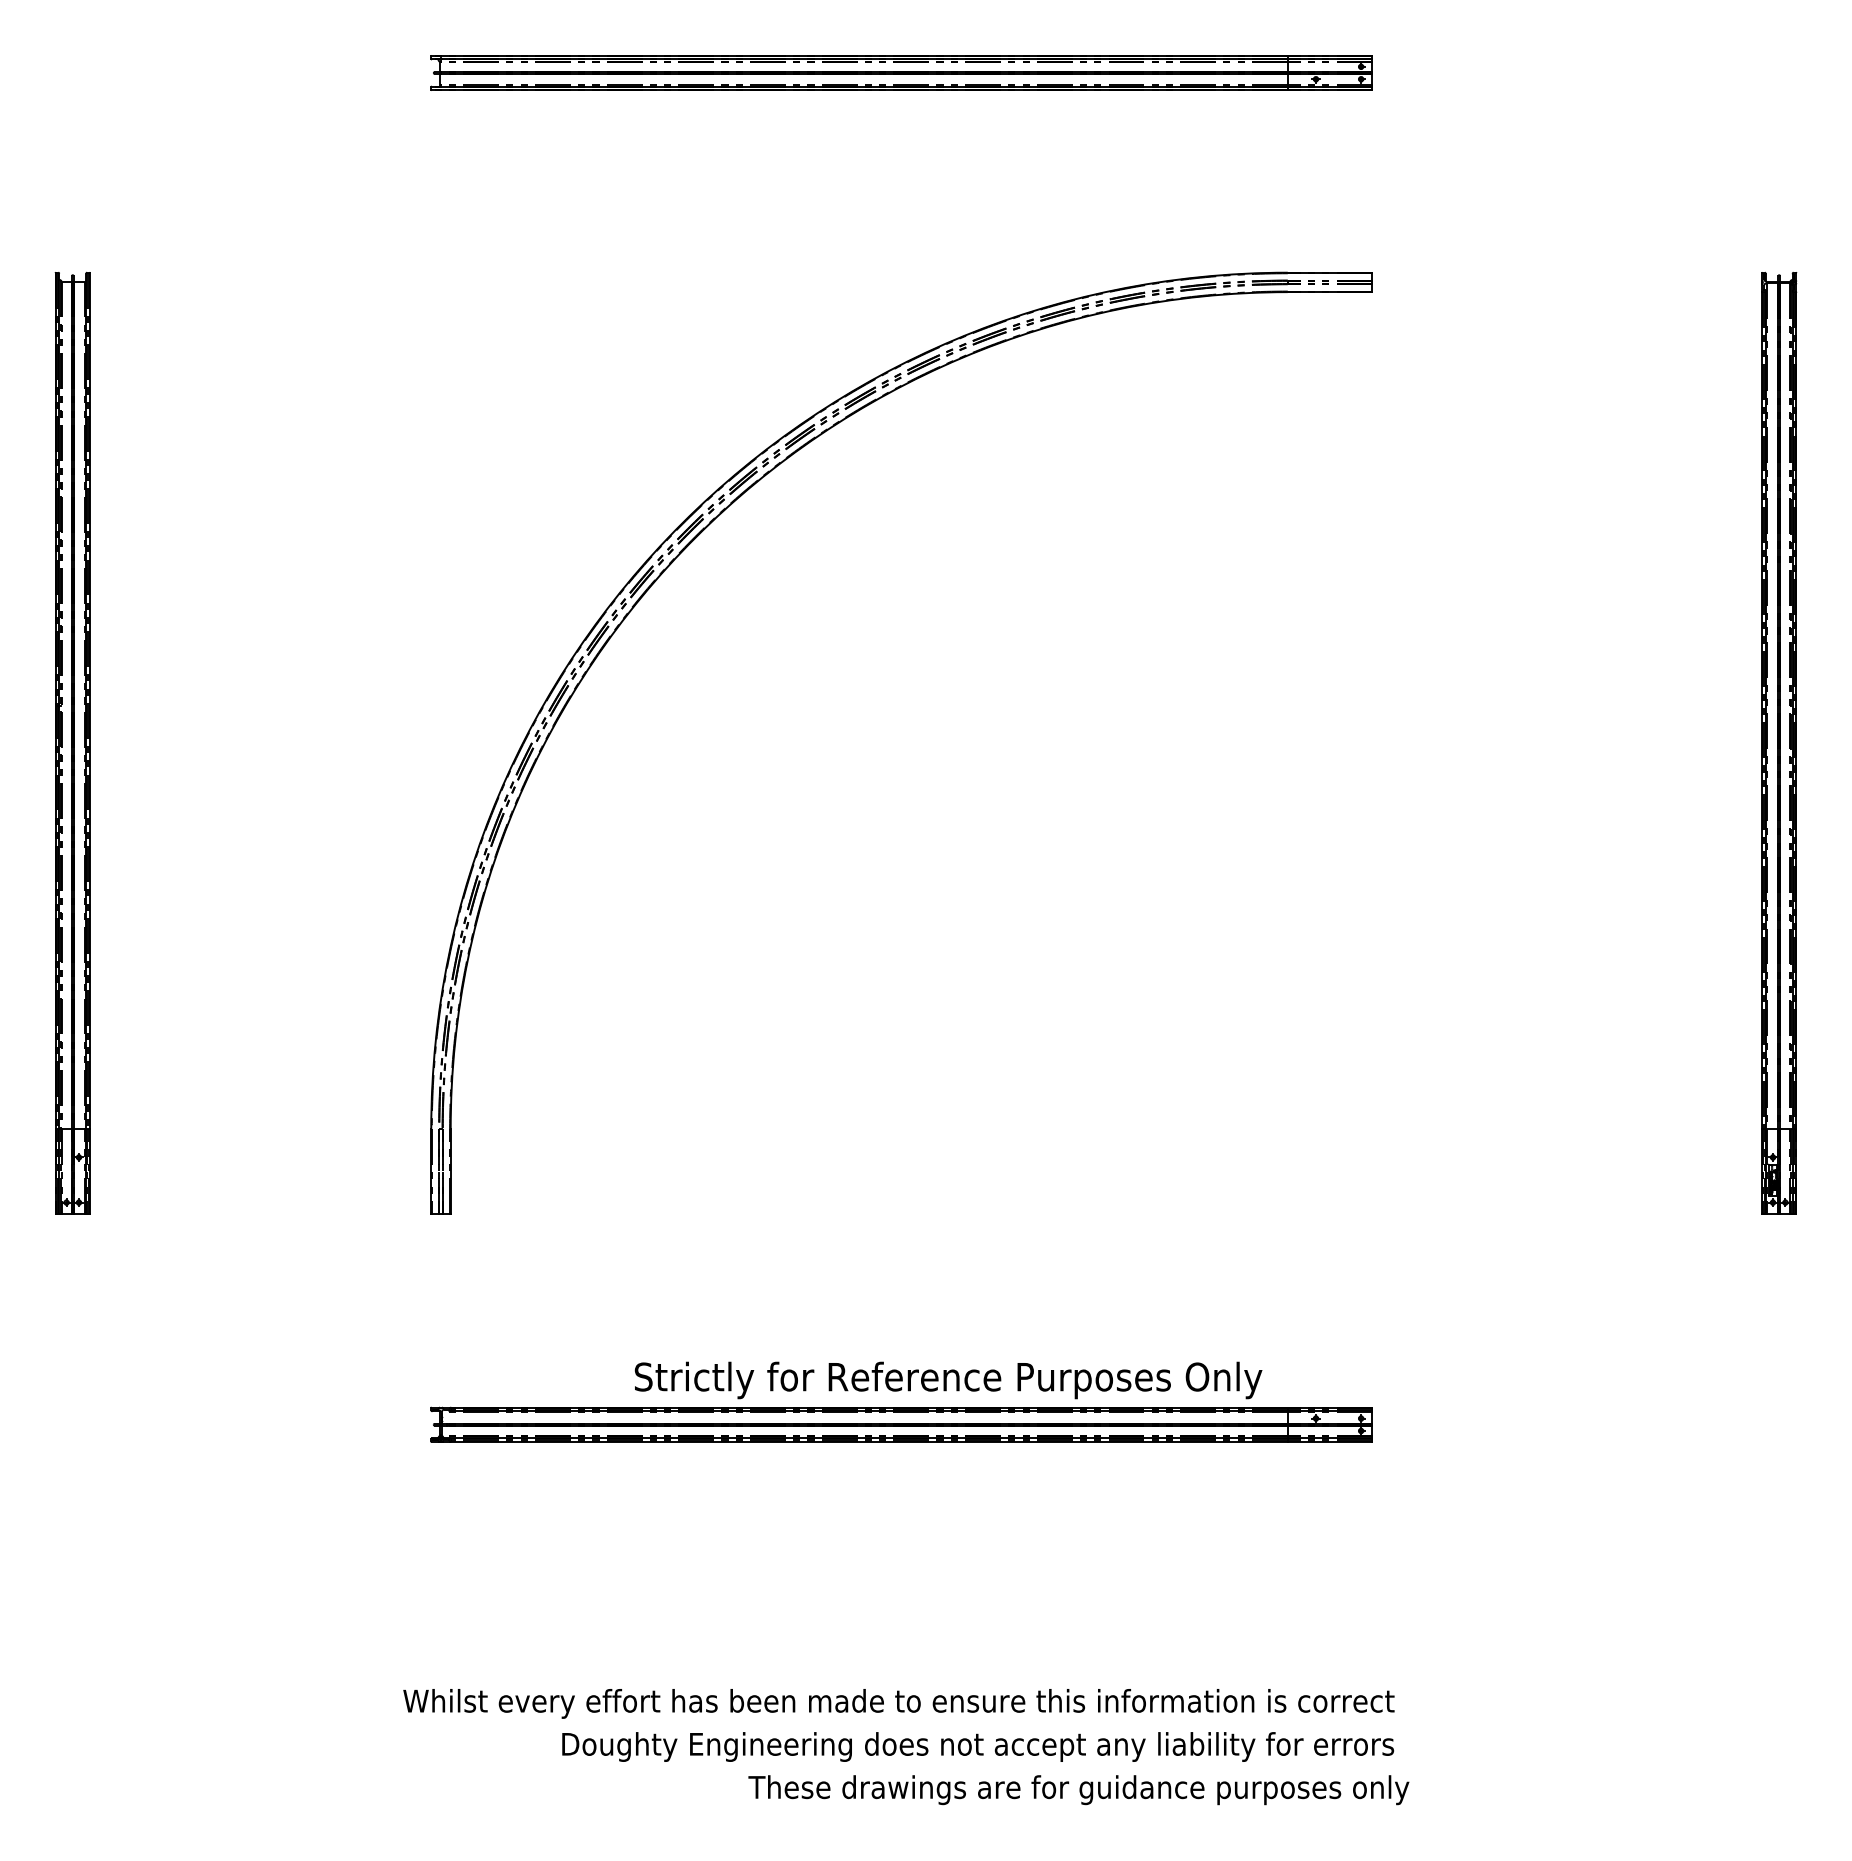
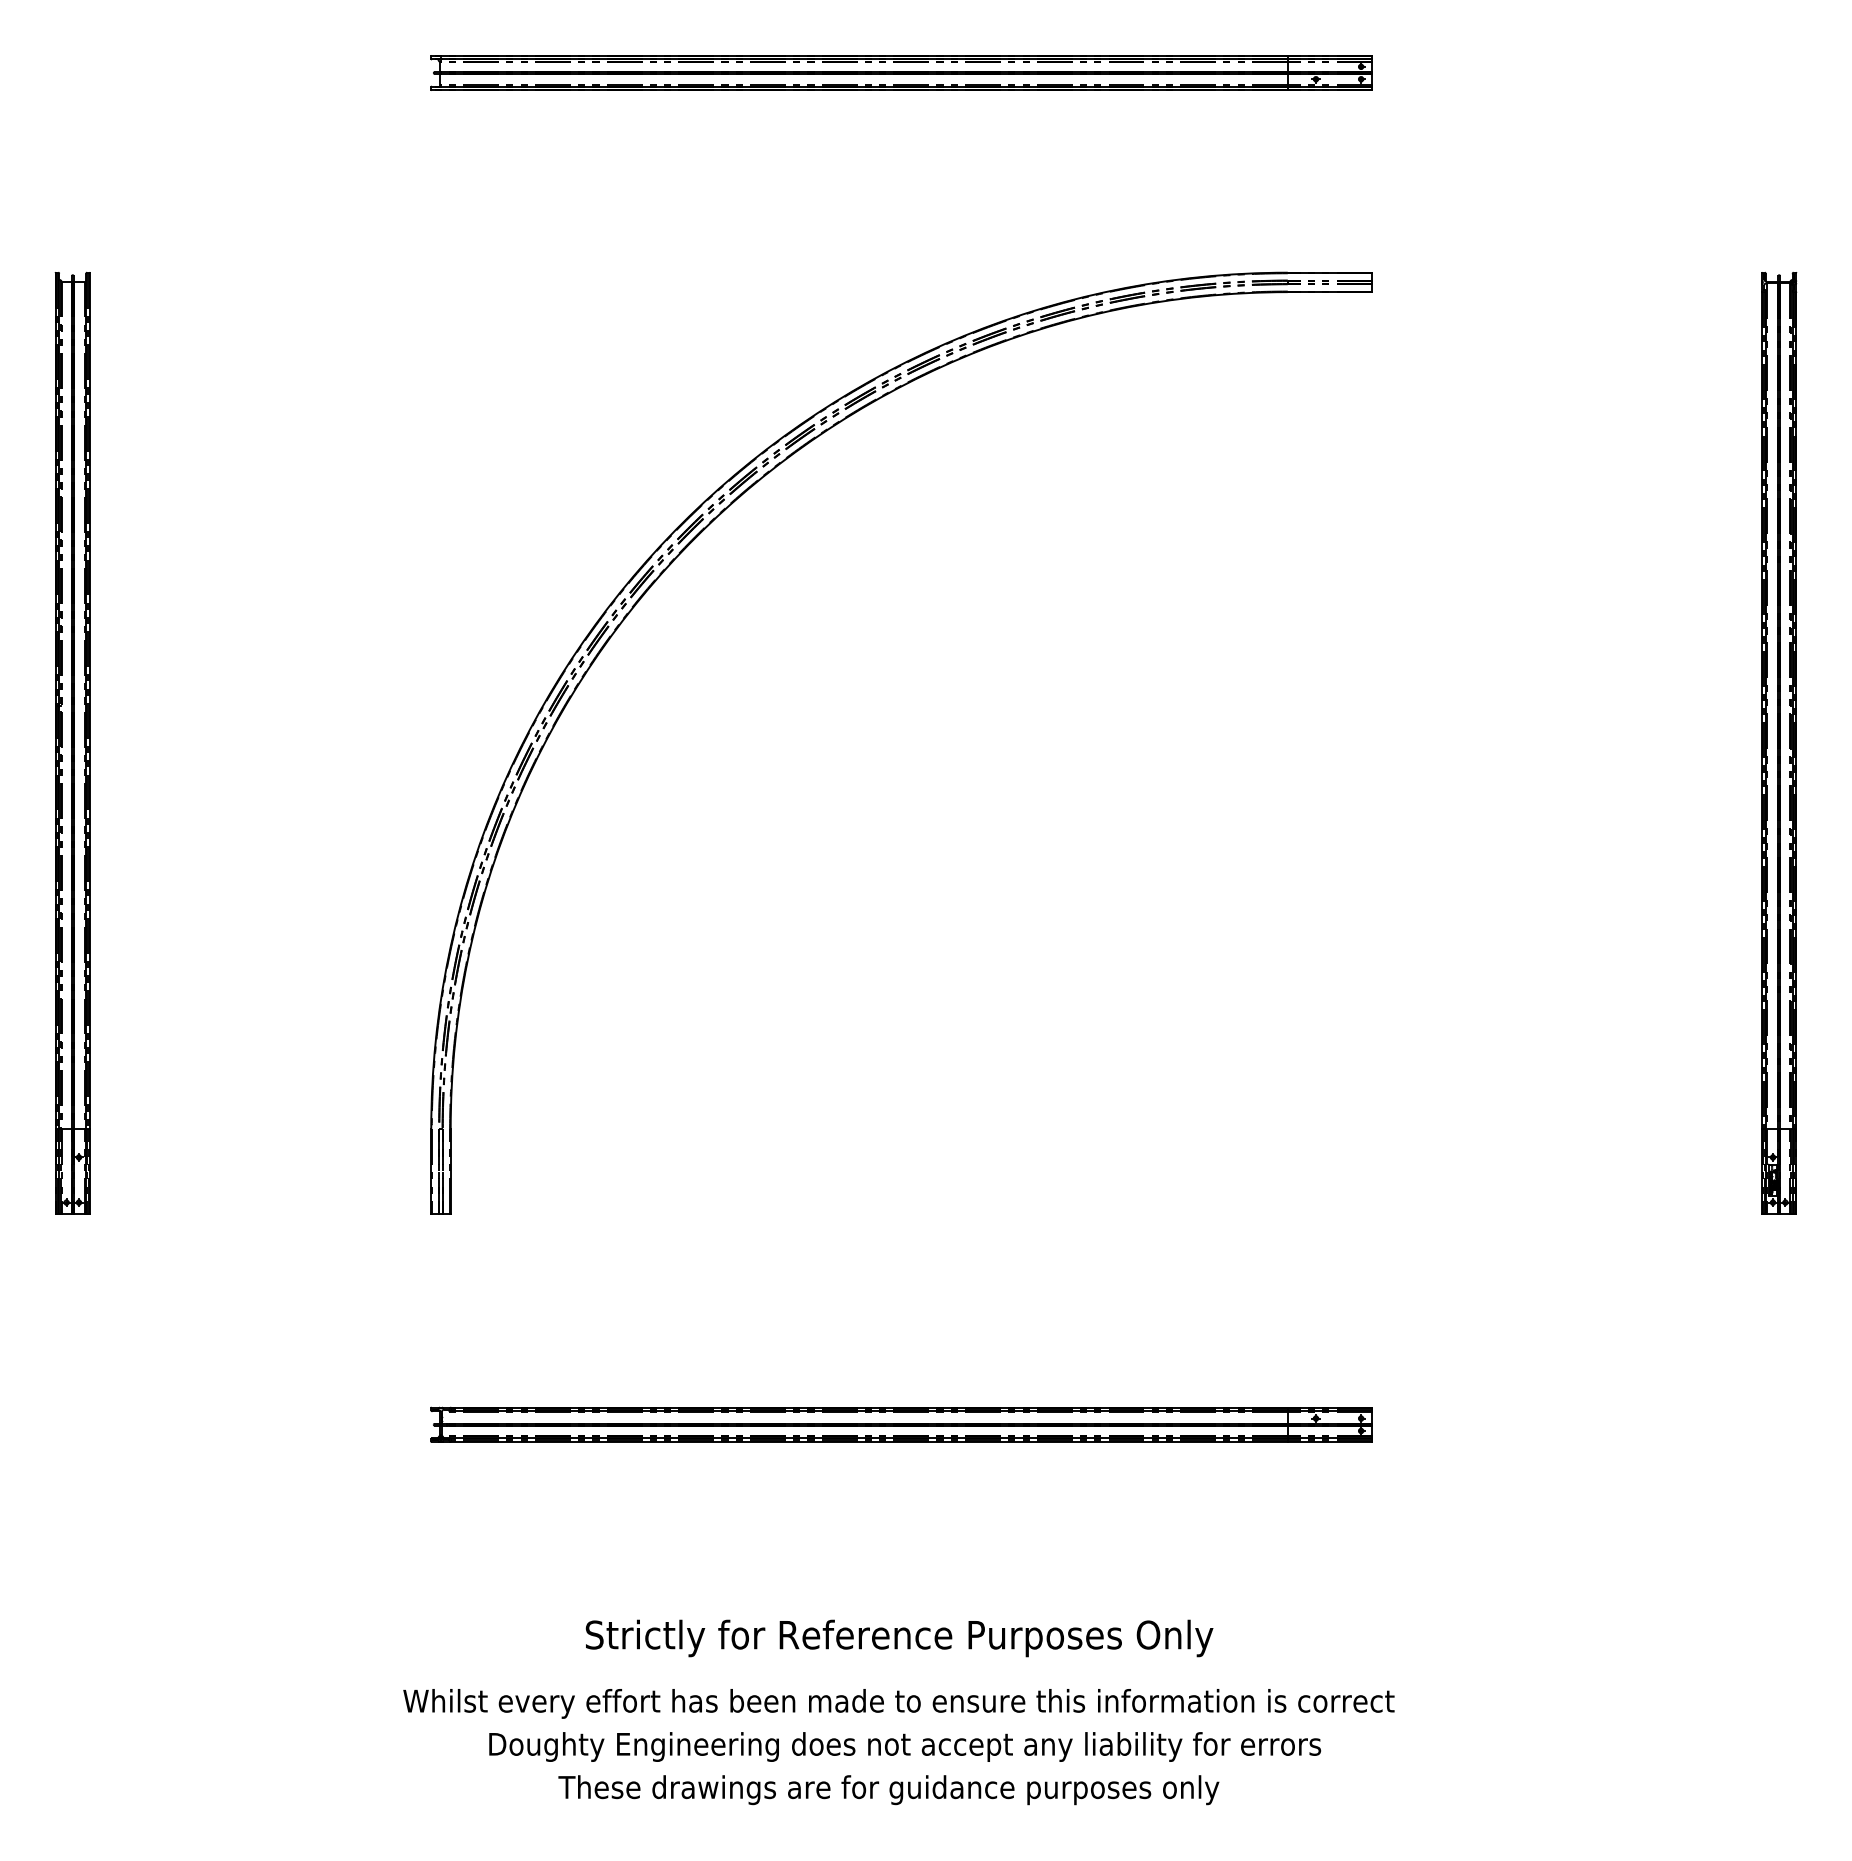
text at (948, 1380) position: (948, 1380) -> (899, 1638)
text at (978, 1746) position: (978, 1746) -> (905, 1746)
text at (1078, 1790) position: (1078, 1790) -> (888, 1790)
